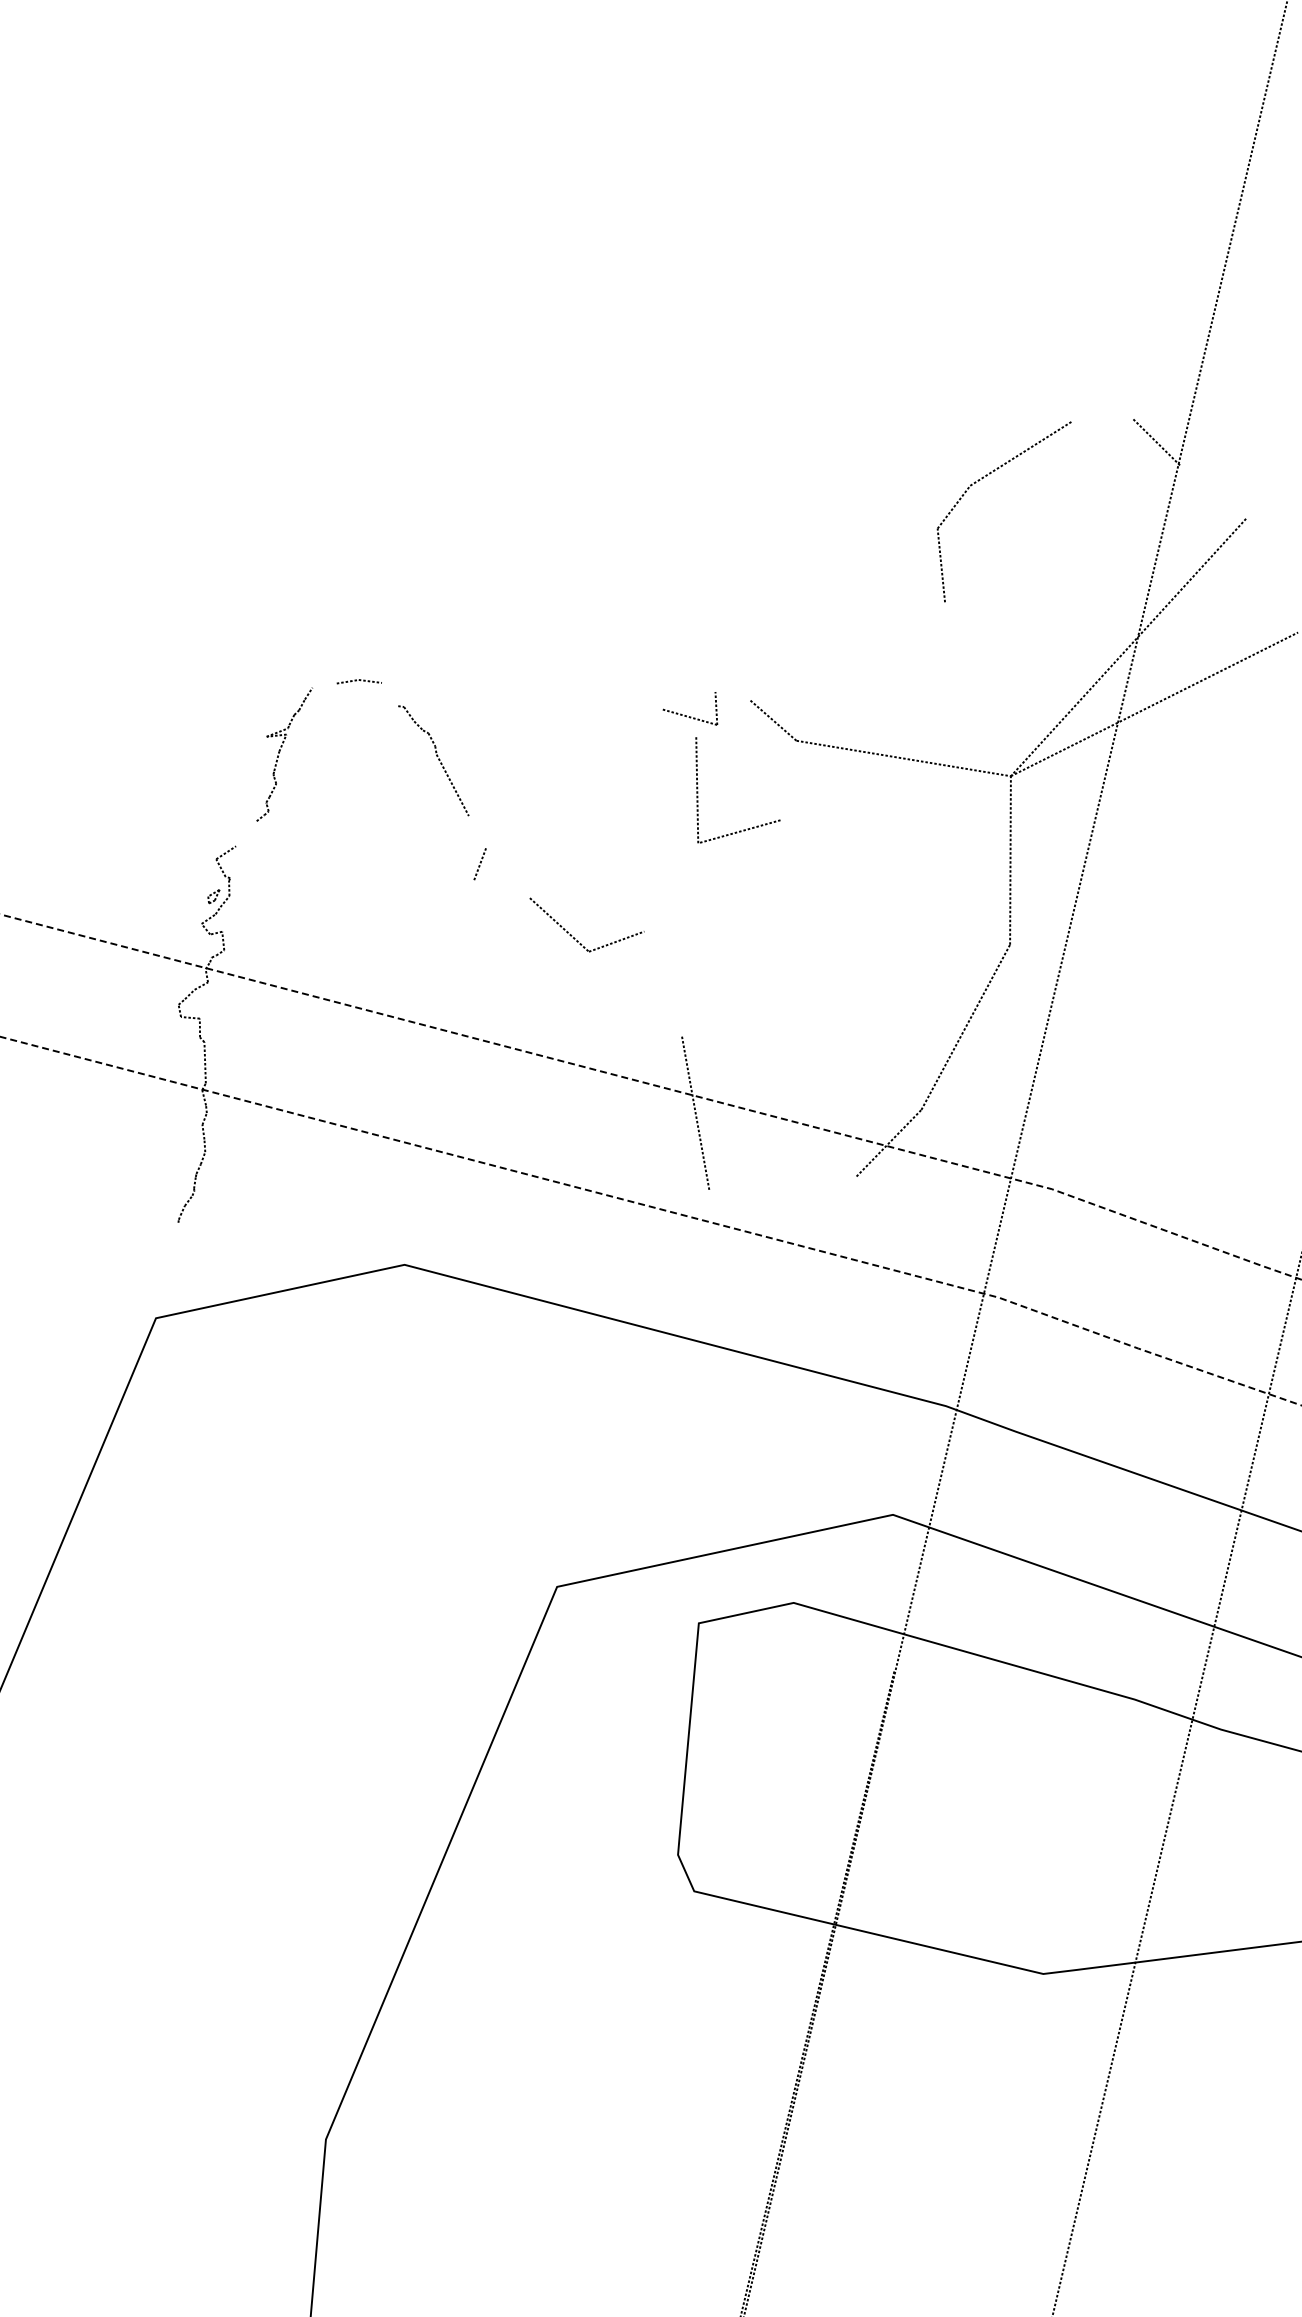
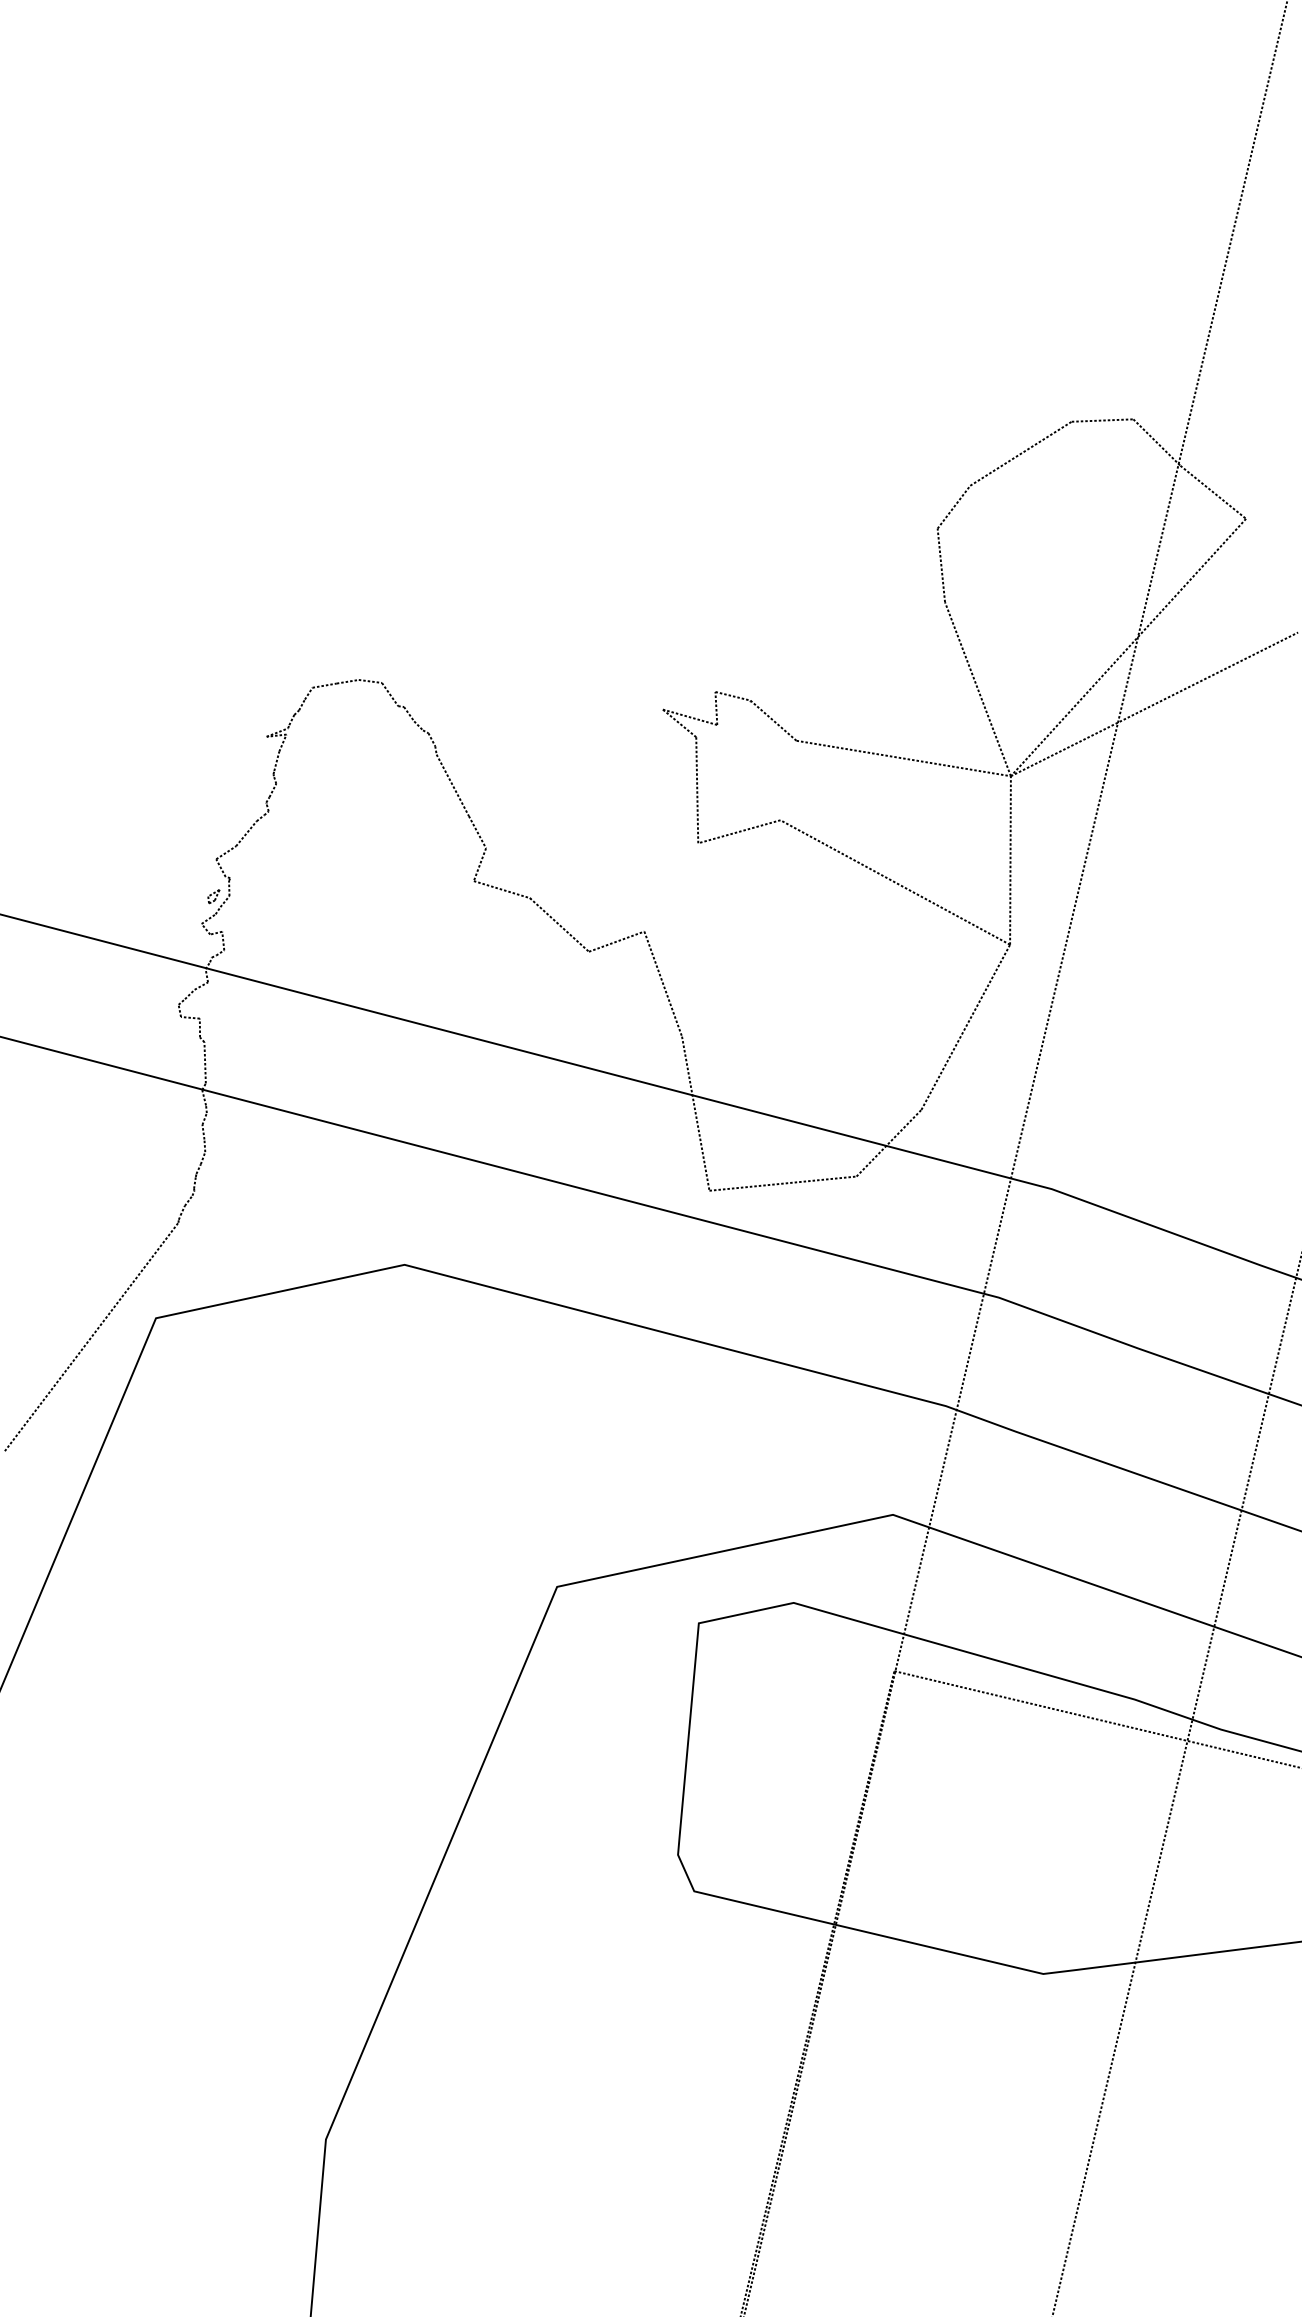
line at (1102, 420): none -> present
line at (1213, 491): none -> present
line at (324, 685): none -> present
line at (977, 689): none -> present
line at (390, 694): none -> present
line at (732, 695): none -> present
line at (679, 723): none -> present
line at (477, 832): none -> present
line at (246, 833): none -> present
line at (895, 882): none -> present
line at (501, 889): none -> present
line at (663, 983): none -> present
line at (655, 1085): dashed -> solid
line at (782, 1183): none -> present
line at (656, 1208): dashed -> solid
line at (91, 1336): none -> present
line at (1096, 1719): none -> present
